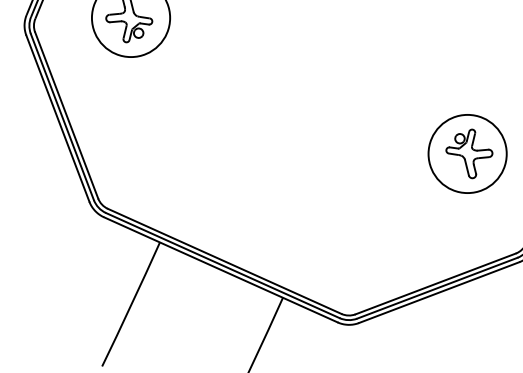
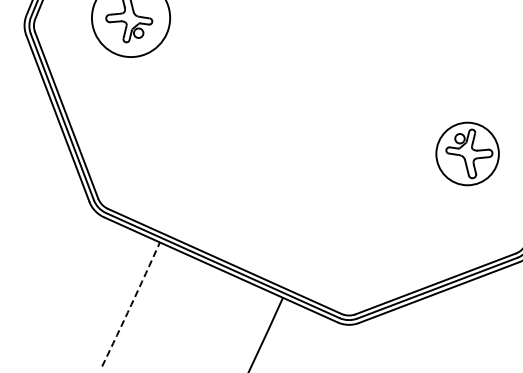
circle at (467, 153) diameter: 78 px -> 63 px
arc at (131, 304): solid -> dashed
